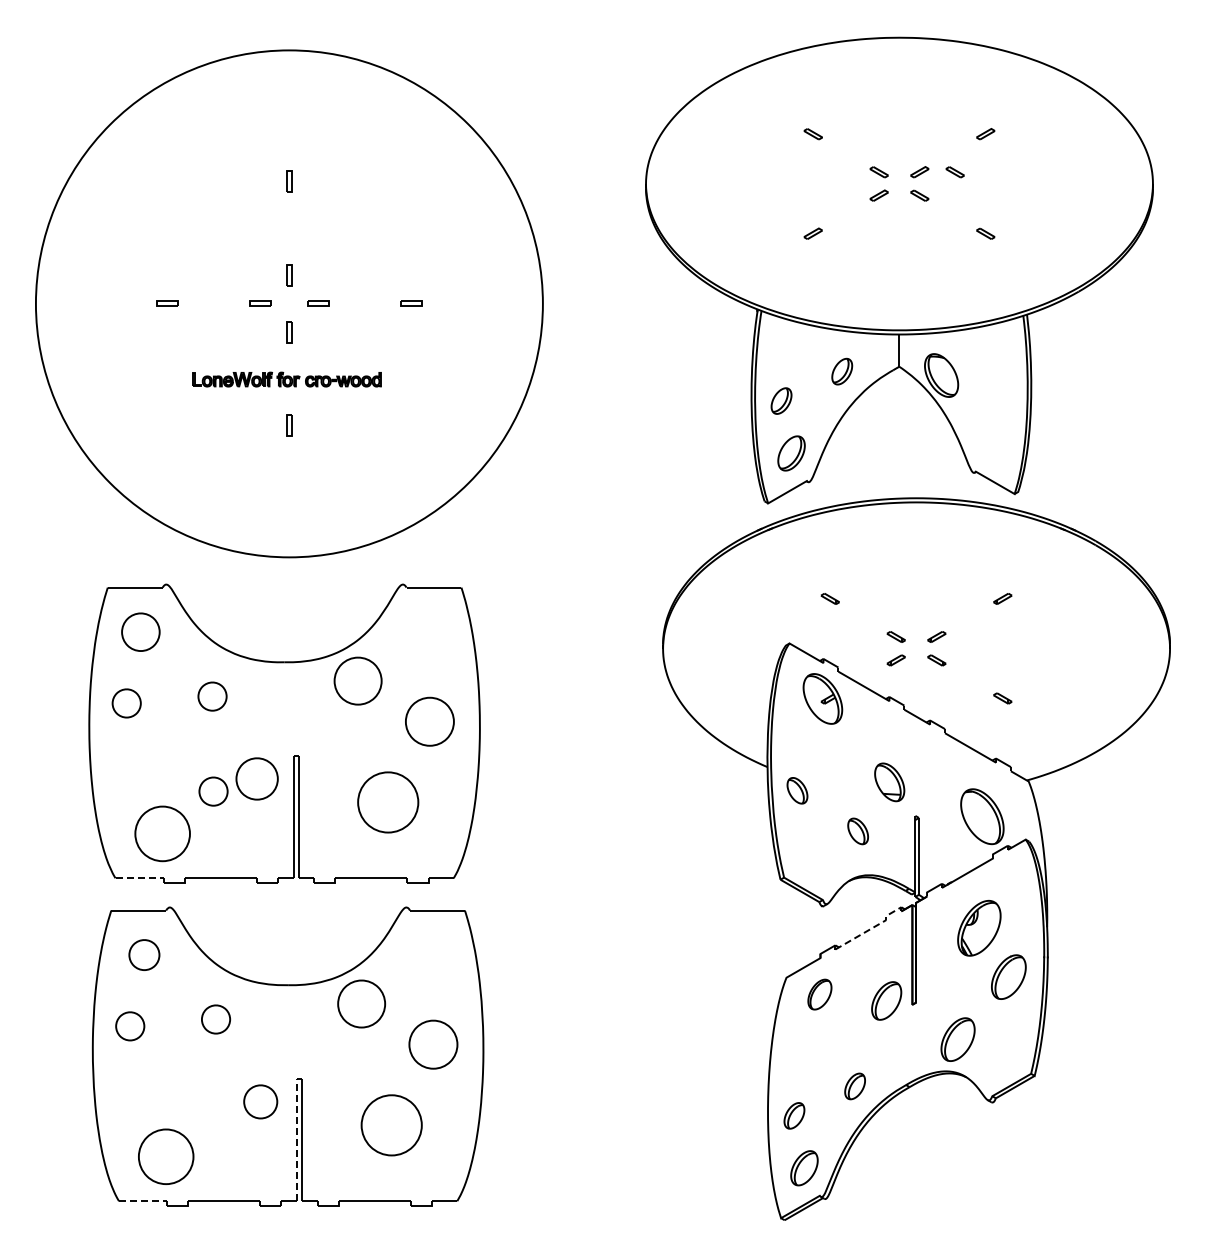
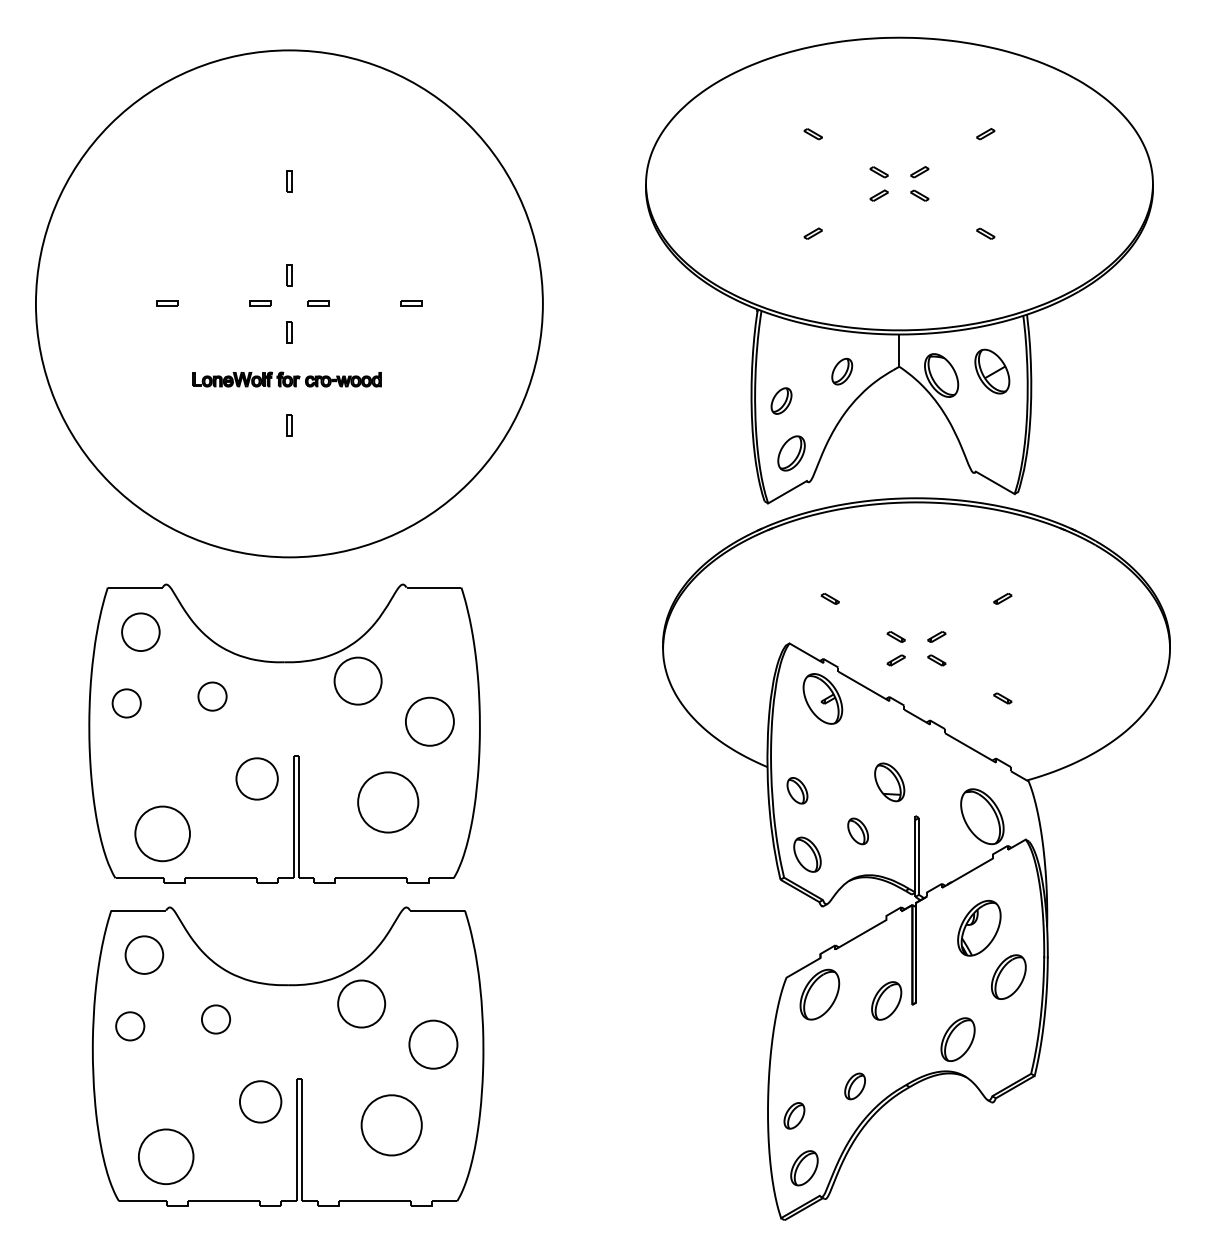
part at (954, 172): present -> none
part at (992, 371): none -> present
part at (213, 791): present -> none
part at (807, 854): none -> present
line at (139, 878): dashed -> solid
line at (871, 928): dashed -> solid
part at (144, 954) size: 33x32 px -> 41x40 px
part at (819, 994) size: 26x33 px -> 42x53 px
part at (260, 1101) size: 36x36 px -> 44x44 px
line at (297, 1139): dashed -> solid
line at (143, 1201): dashed -> solid
